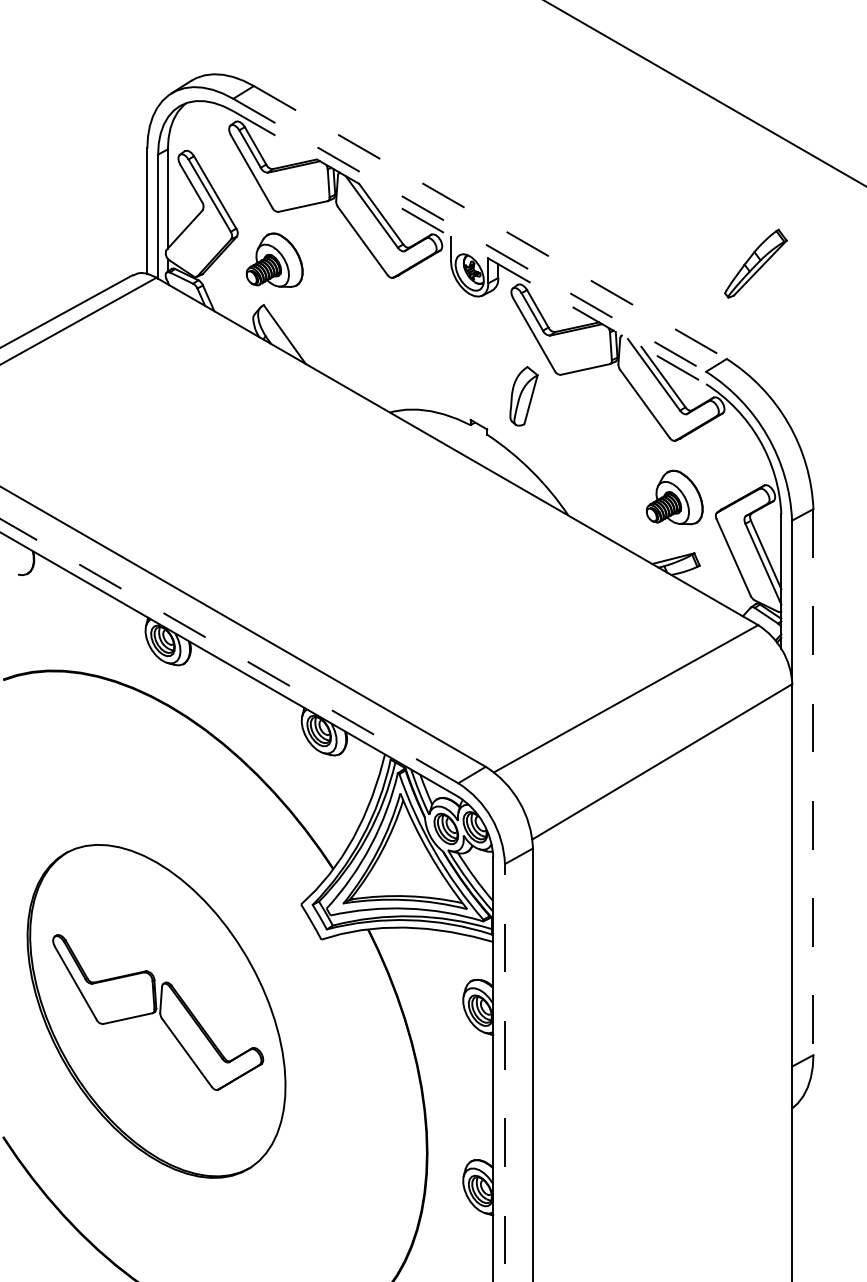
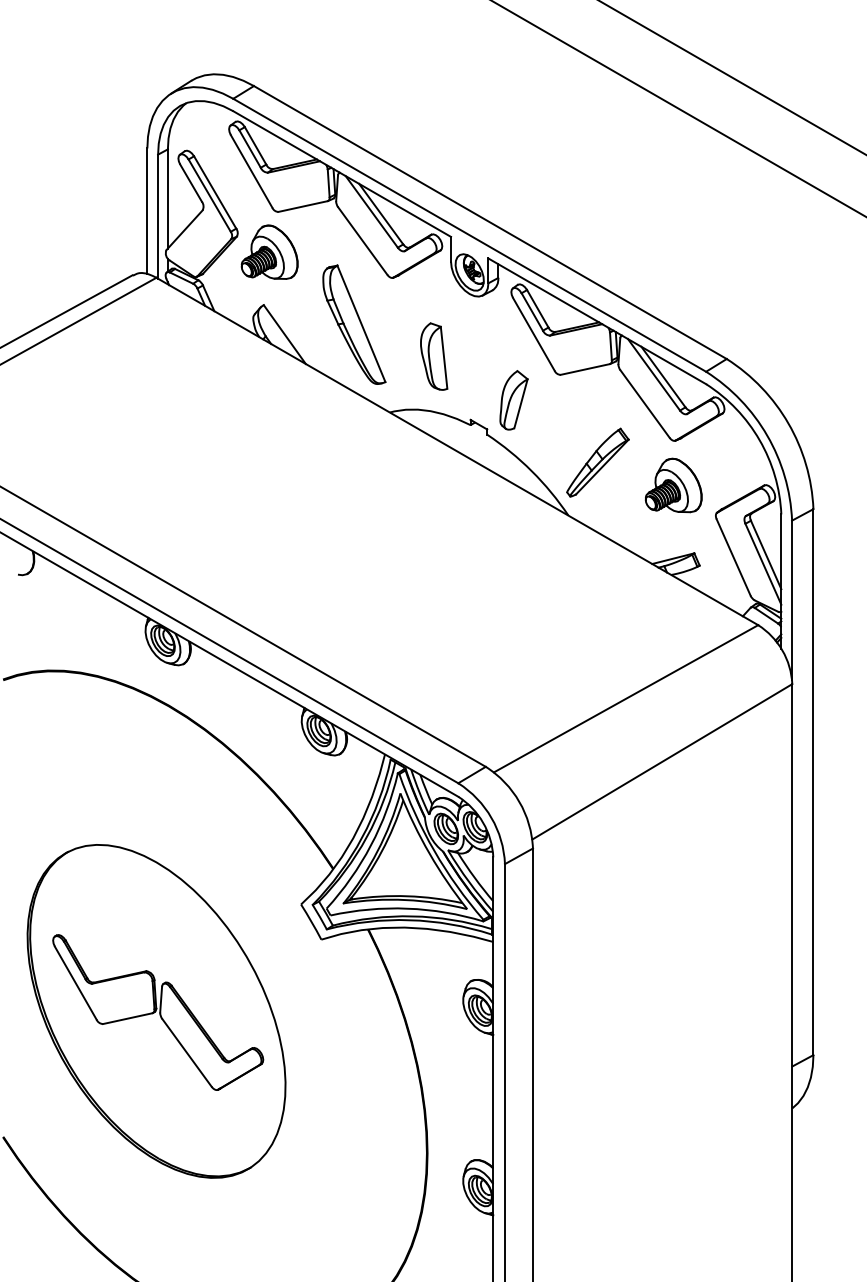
line at (732, 77): none -> present
line at (704, 93) position: (704, 93) -> (678, 108)
line at (342, 174): dashed -> solid
line at (490, 222): dashed -> solid
line at (469, 235): dashed -> solid
part at (274, 259) position: (274, 259) -> (269, 251)
part at (755, 263) position: (755, 263) -> (597, 462)
line at (597, 321): dashed -> solid
part at (354, 324): none -> present
part at (434, 356): none -> present
part at (523, 396) position: (523, 396) -> (513, 400)
part at (674, 497) position: (674, 497) -> (673, 485)
line at (228, 650): dashed -> solid
line at (813, 782): dashed -> solid
line at (504, 1072): dashed -> solid
